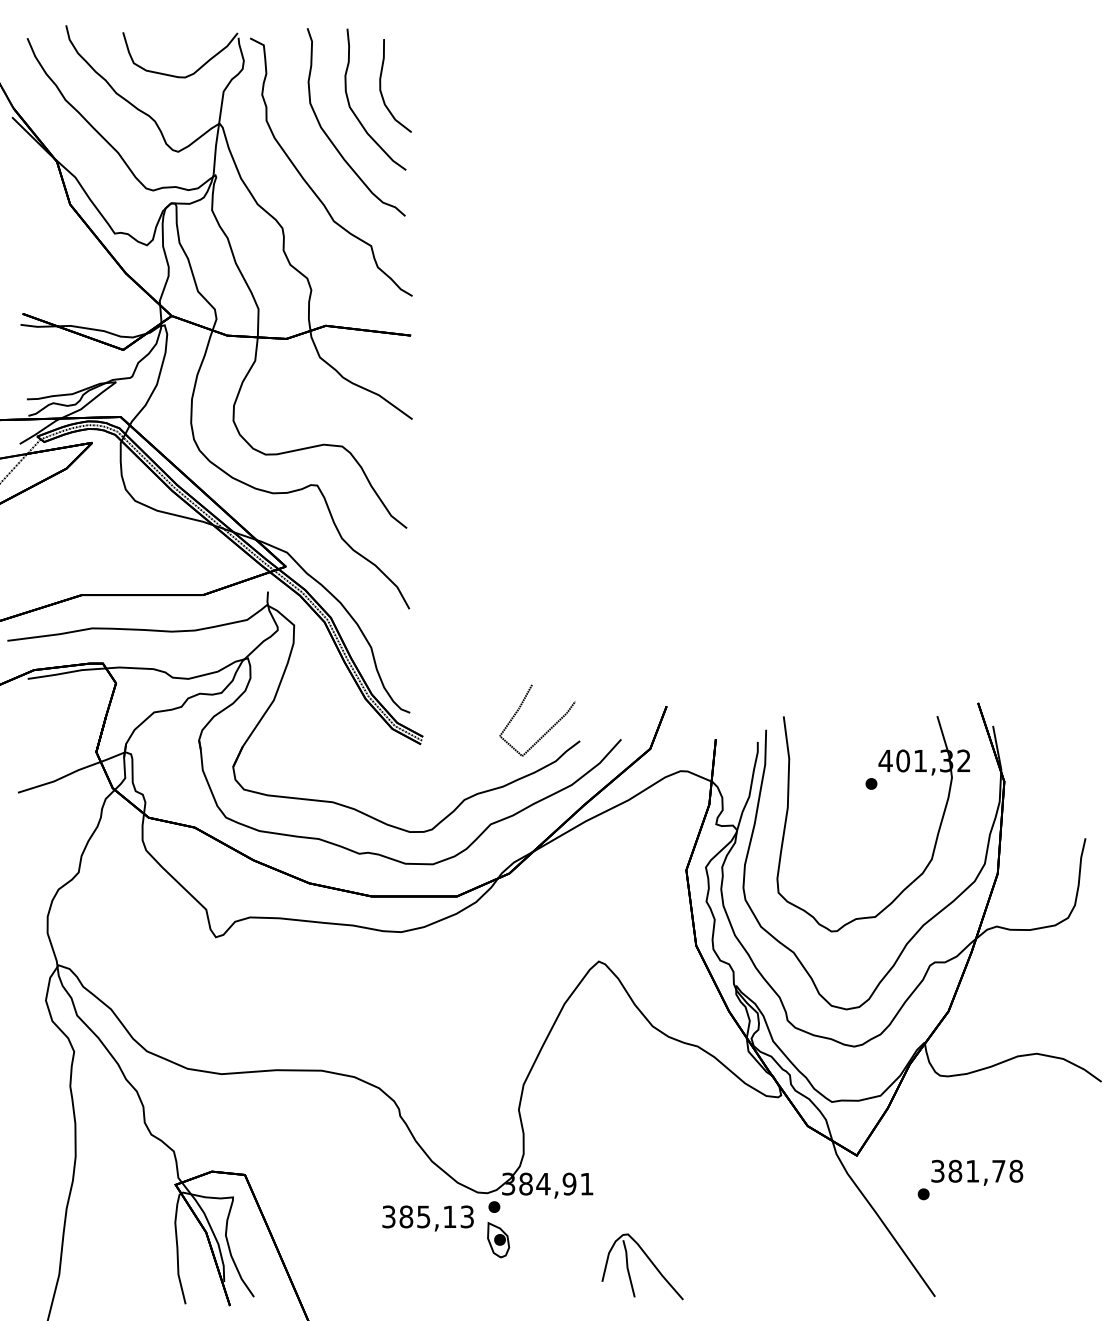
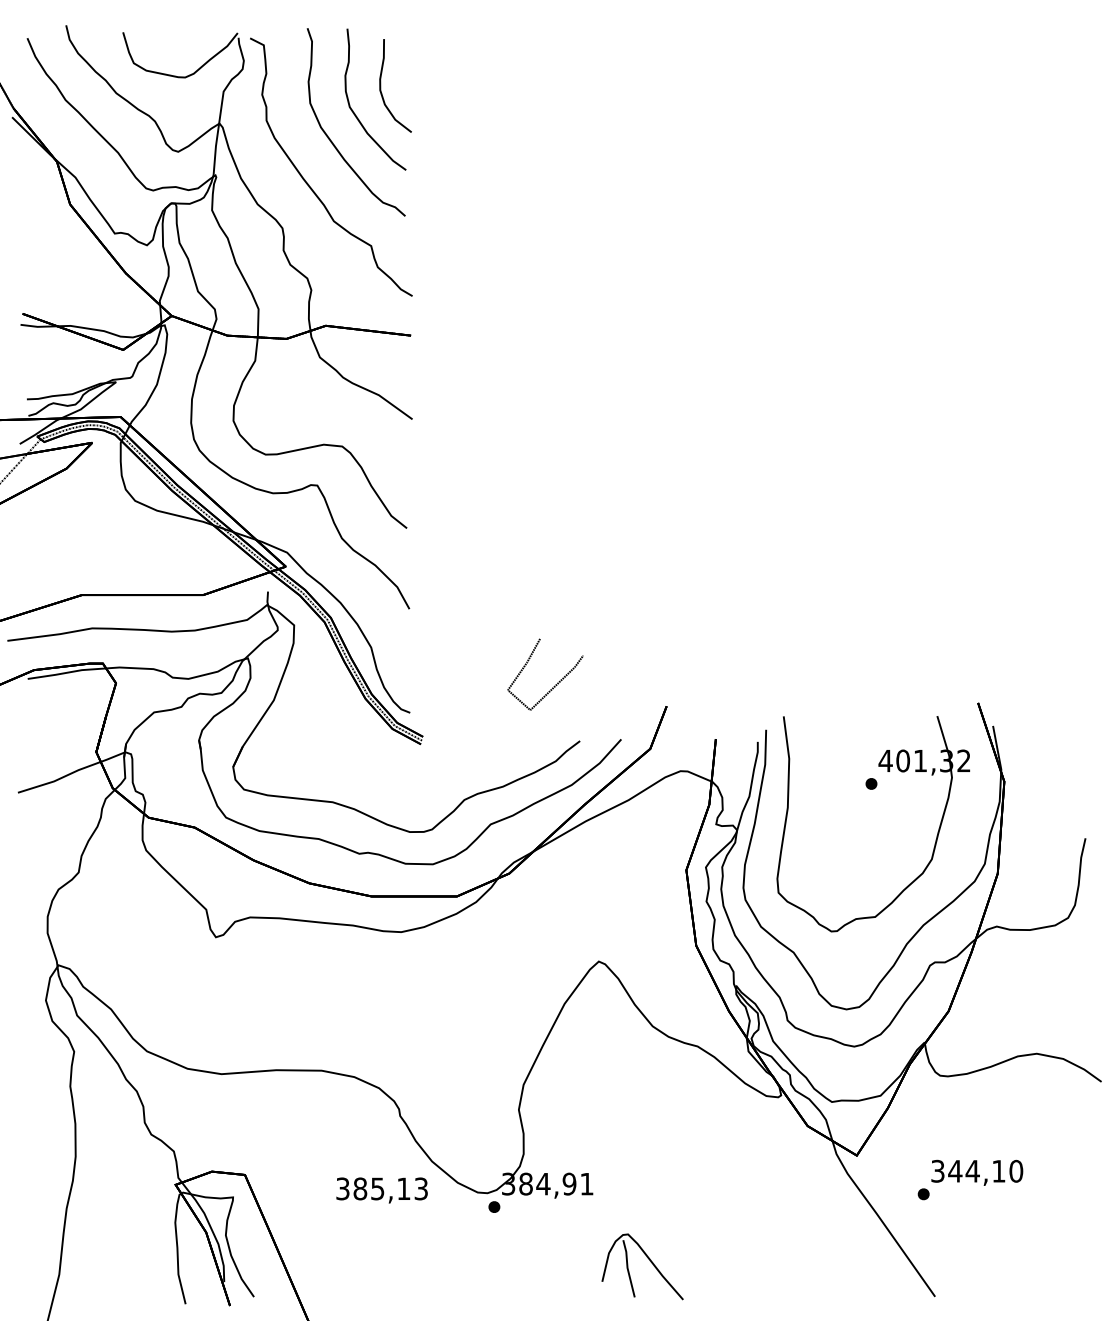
curve at (547, 730) position: (547, 730) -> (555, 684)
text at (985, 1170): 381,78 -> 344,10
text at (427, 1218) position: (427, 1218) -> (381, 1190)
part at (498, 1240): present -> none
